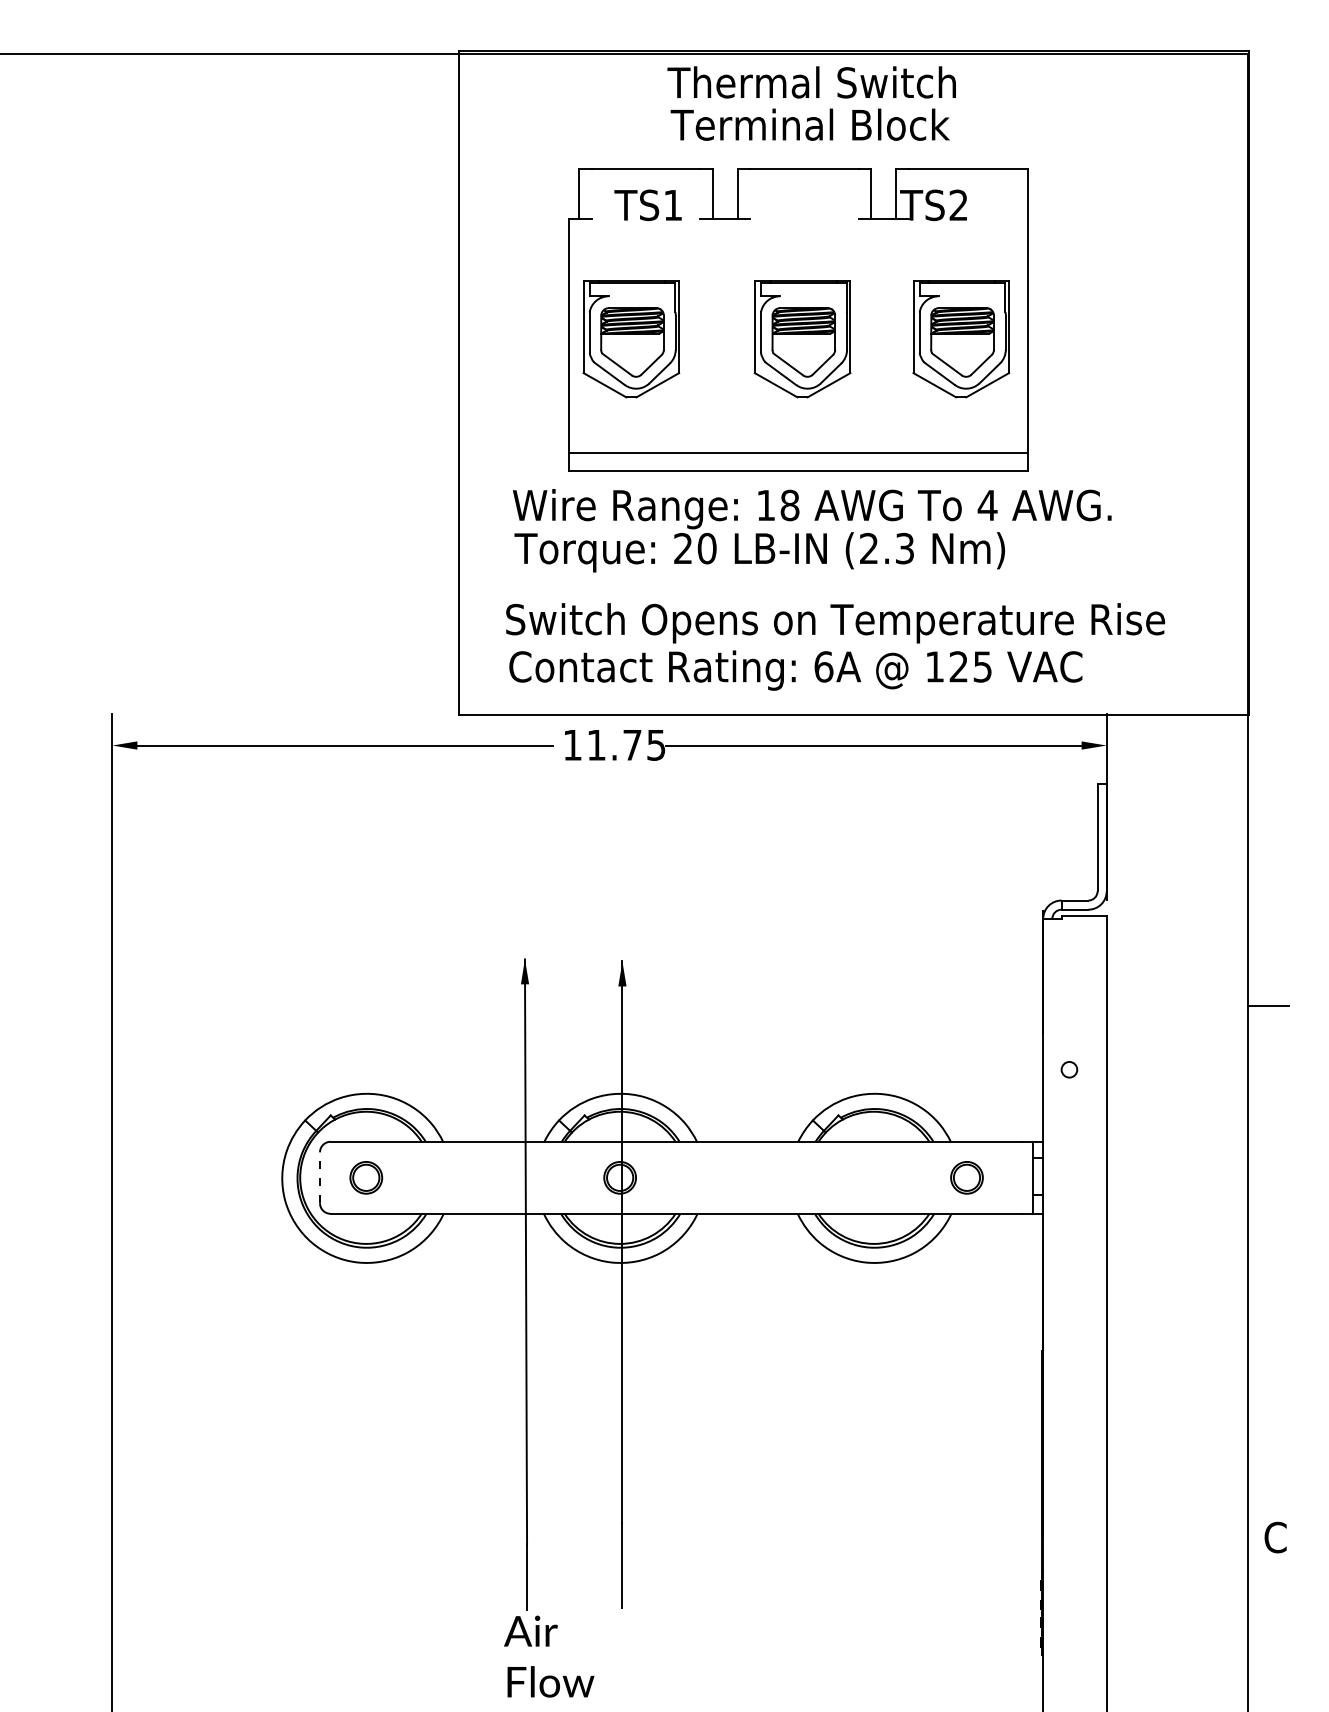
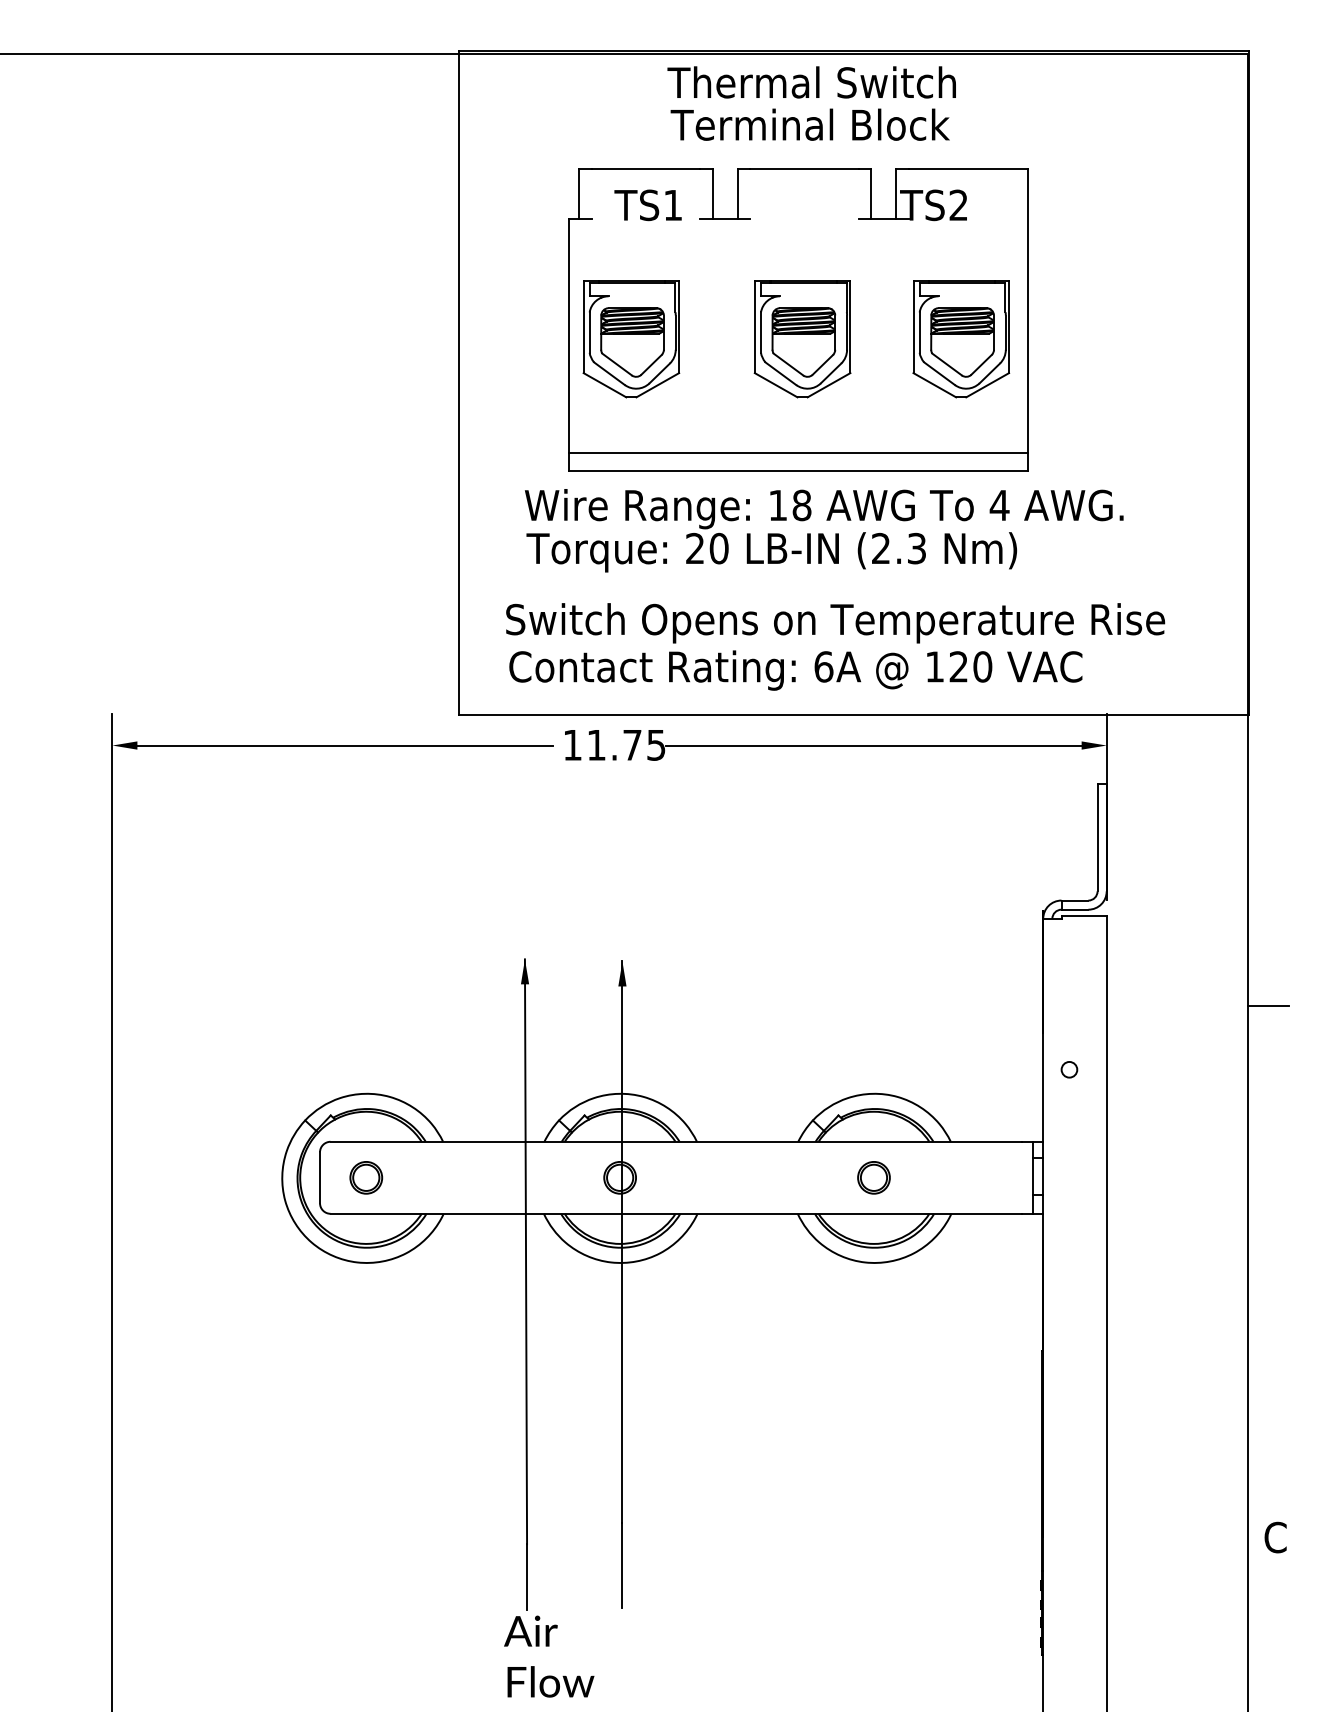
text at (812, 530) position: (812, 530) -> (824, 530)
text at (982, 666): 125 -> 120
line at (320, 1177): dashed -> solid
part at (966, 1177) position: (966, 1177) -> (873, 1177)
